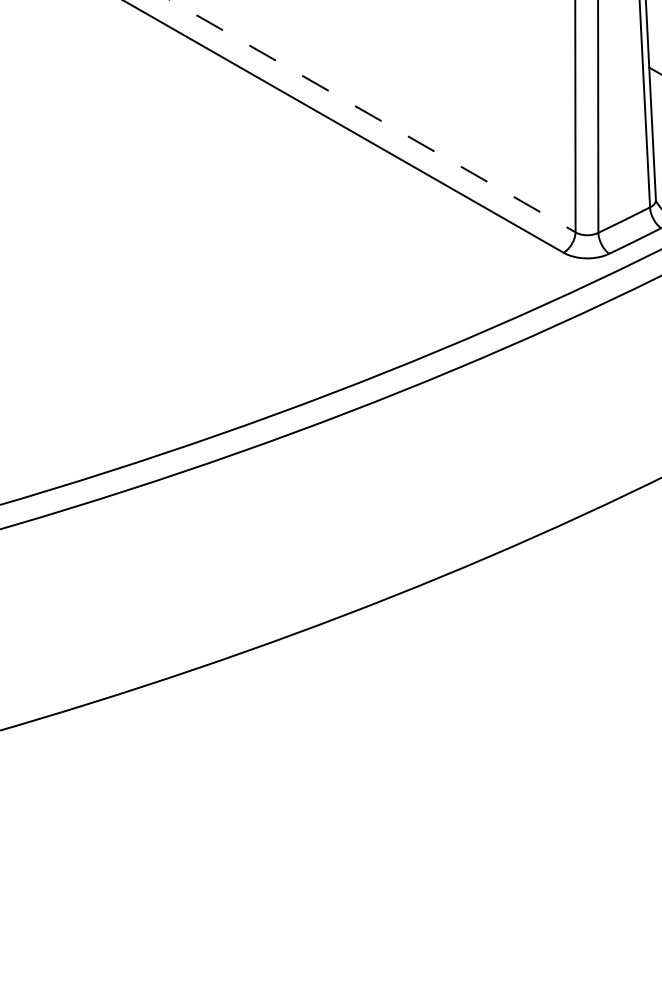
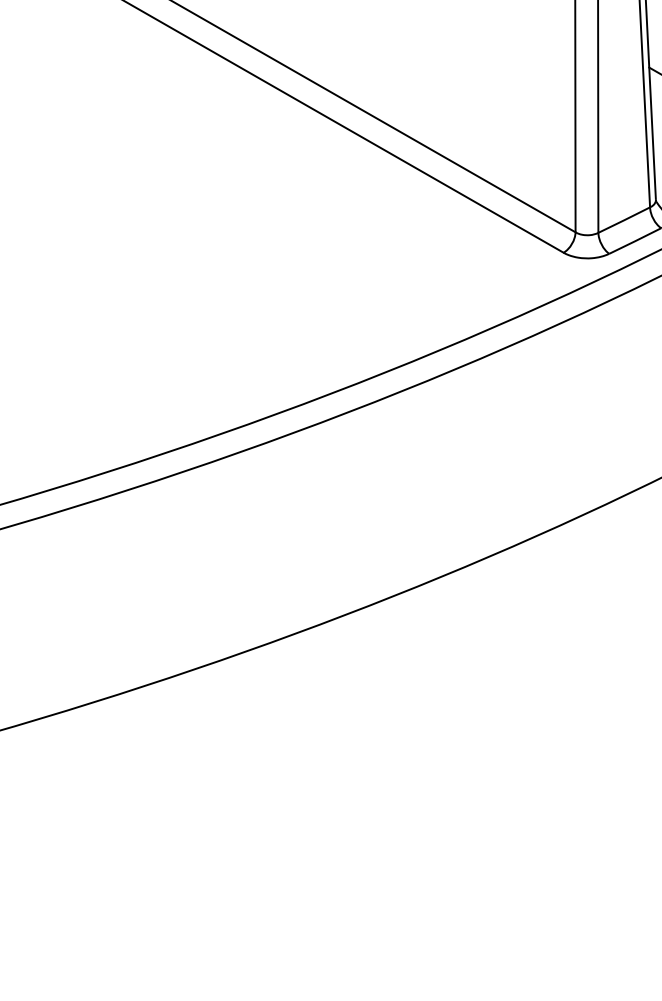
line at (373, 116): dashed -> solid
